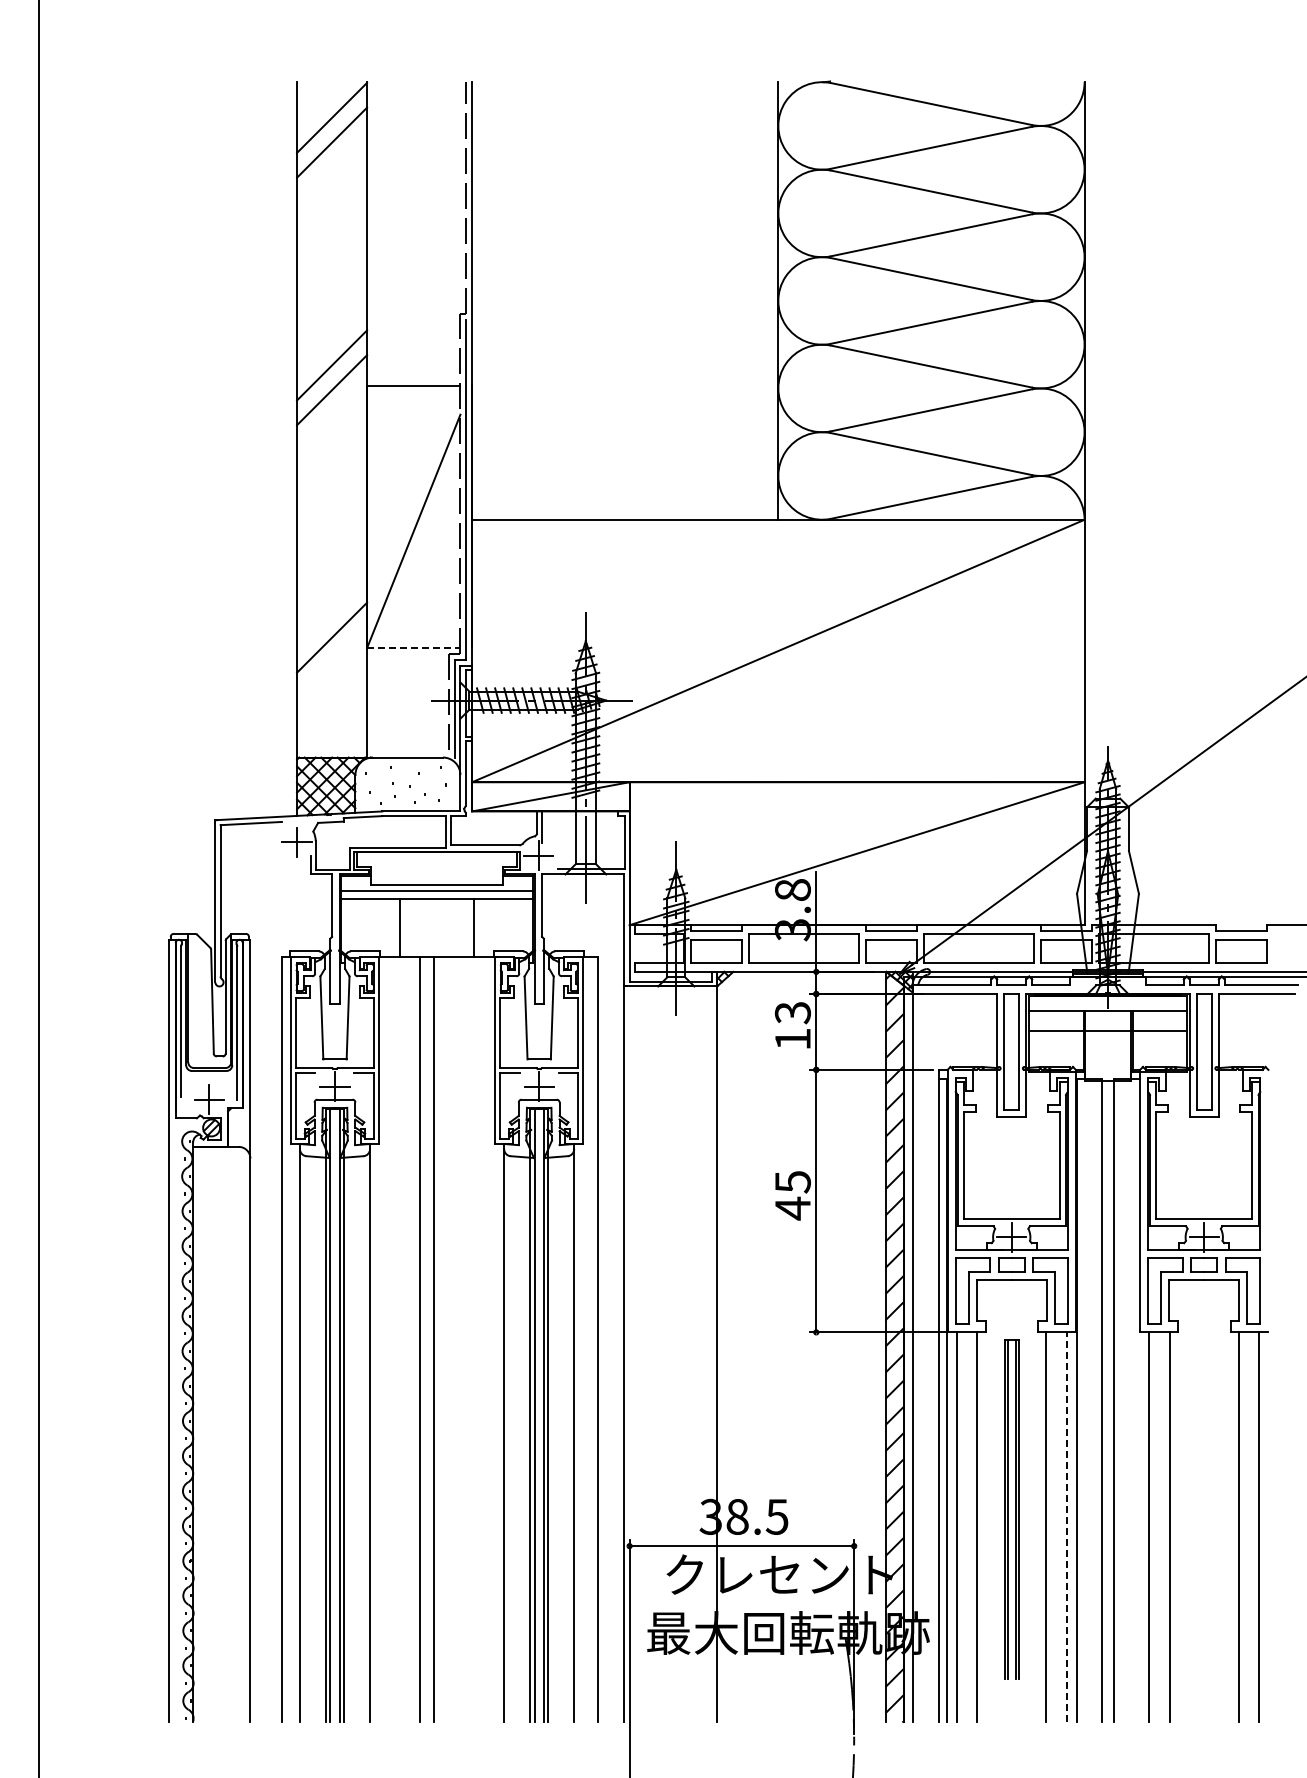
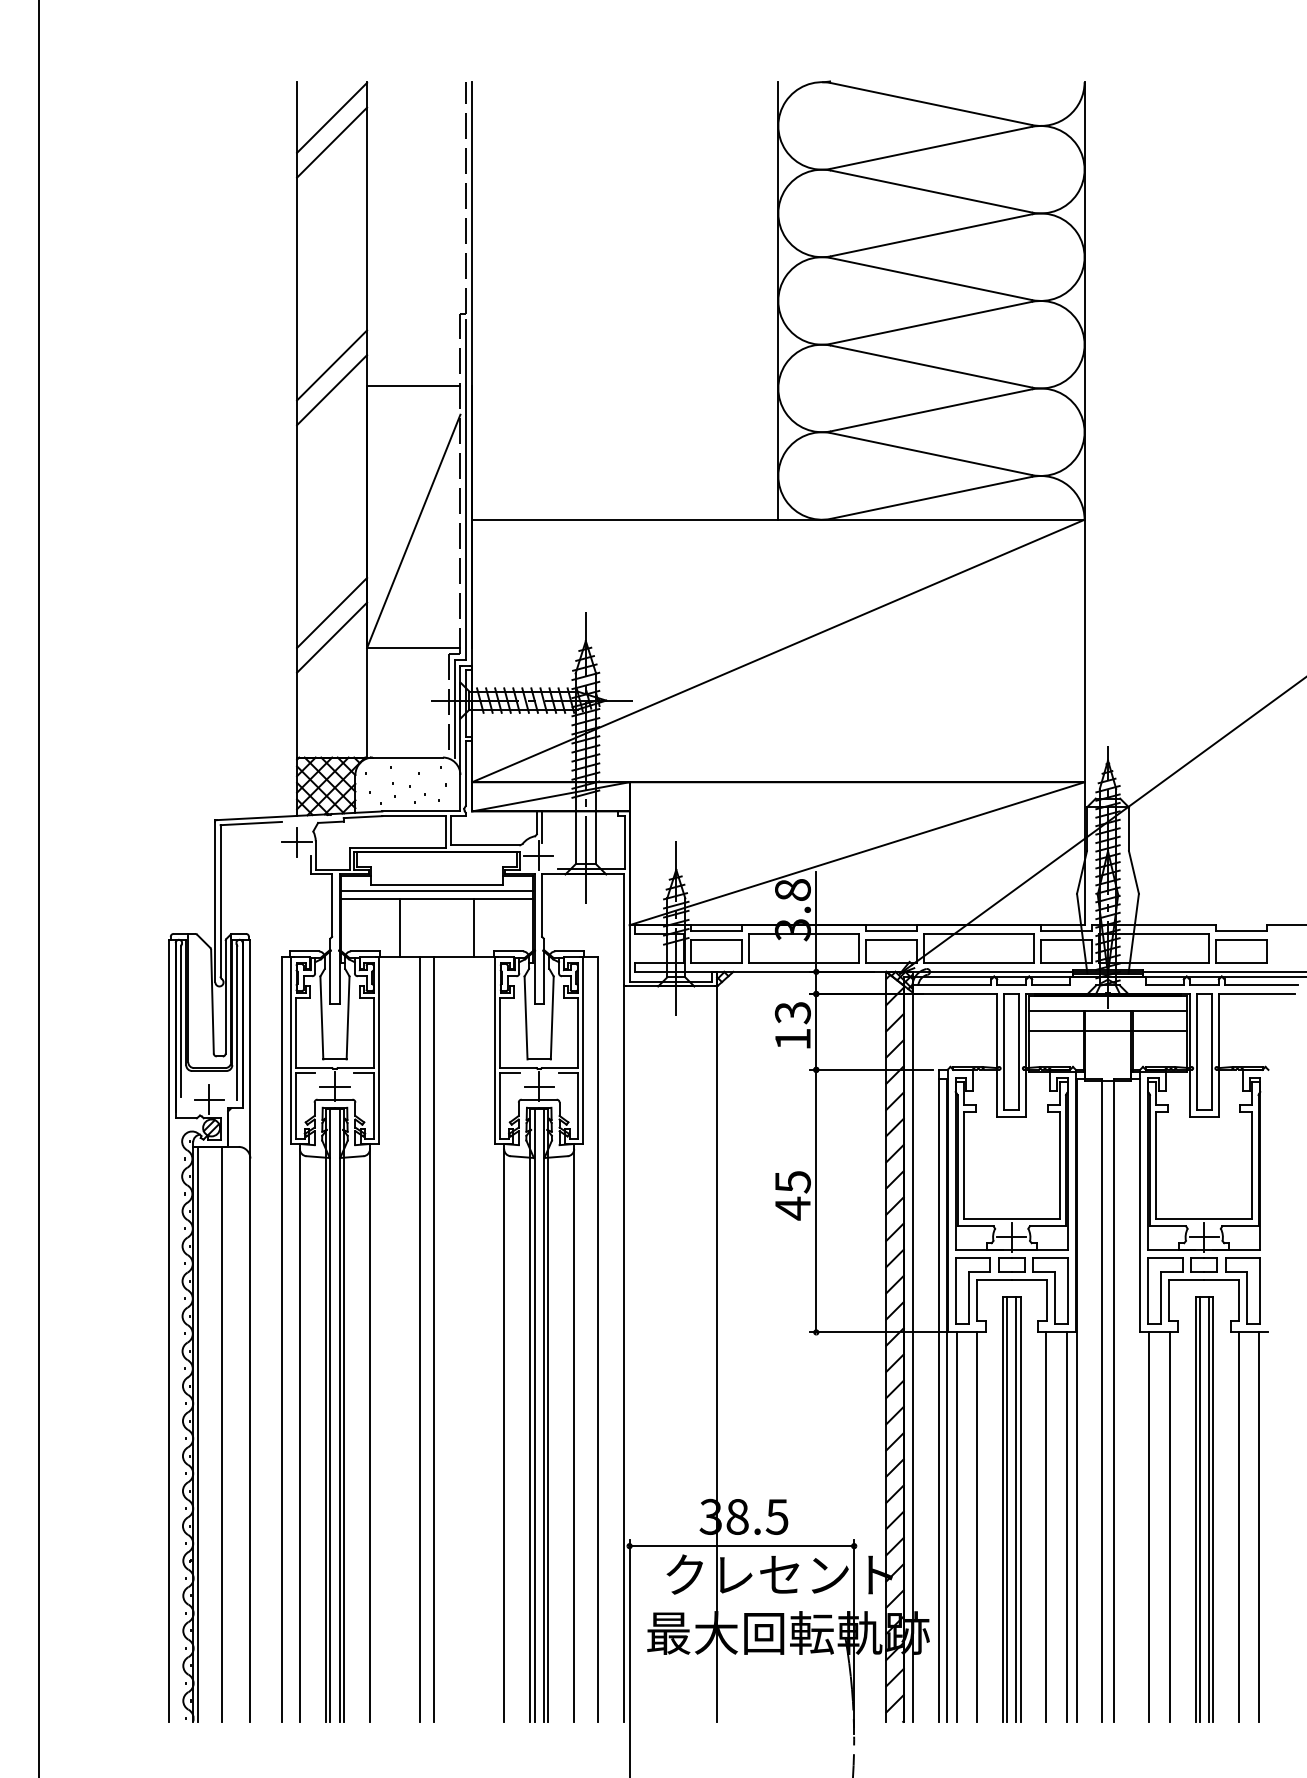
line at (332, 612): none -> present
line at (413, 648): dashed -> solid
line at (197, 1433): none -> present
line at (222, 1433): none -> present
part at (1011, 1509) size: 16x341 px -> 20x427 px
part at (1204, 1509): none -> present
line at (1066, 1527): dashed -> solid
